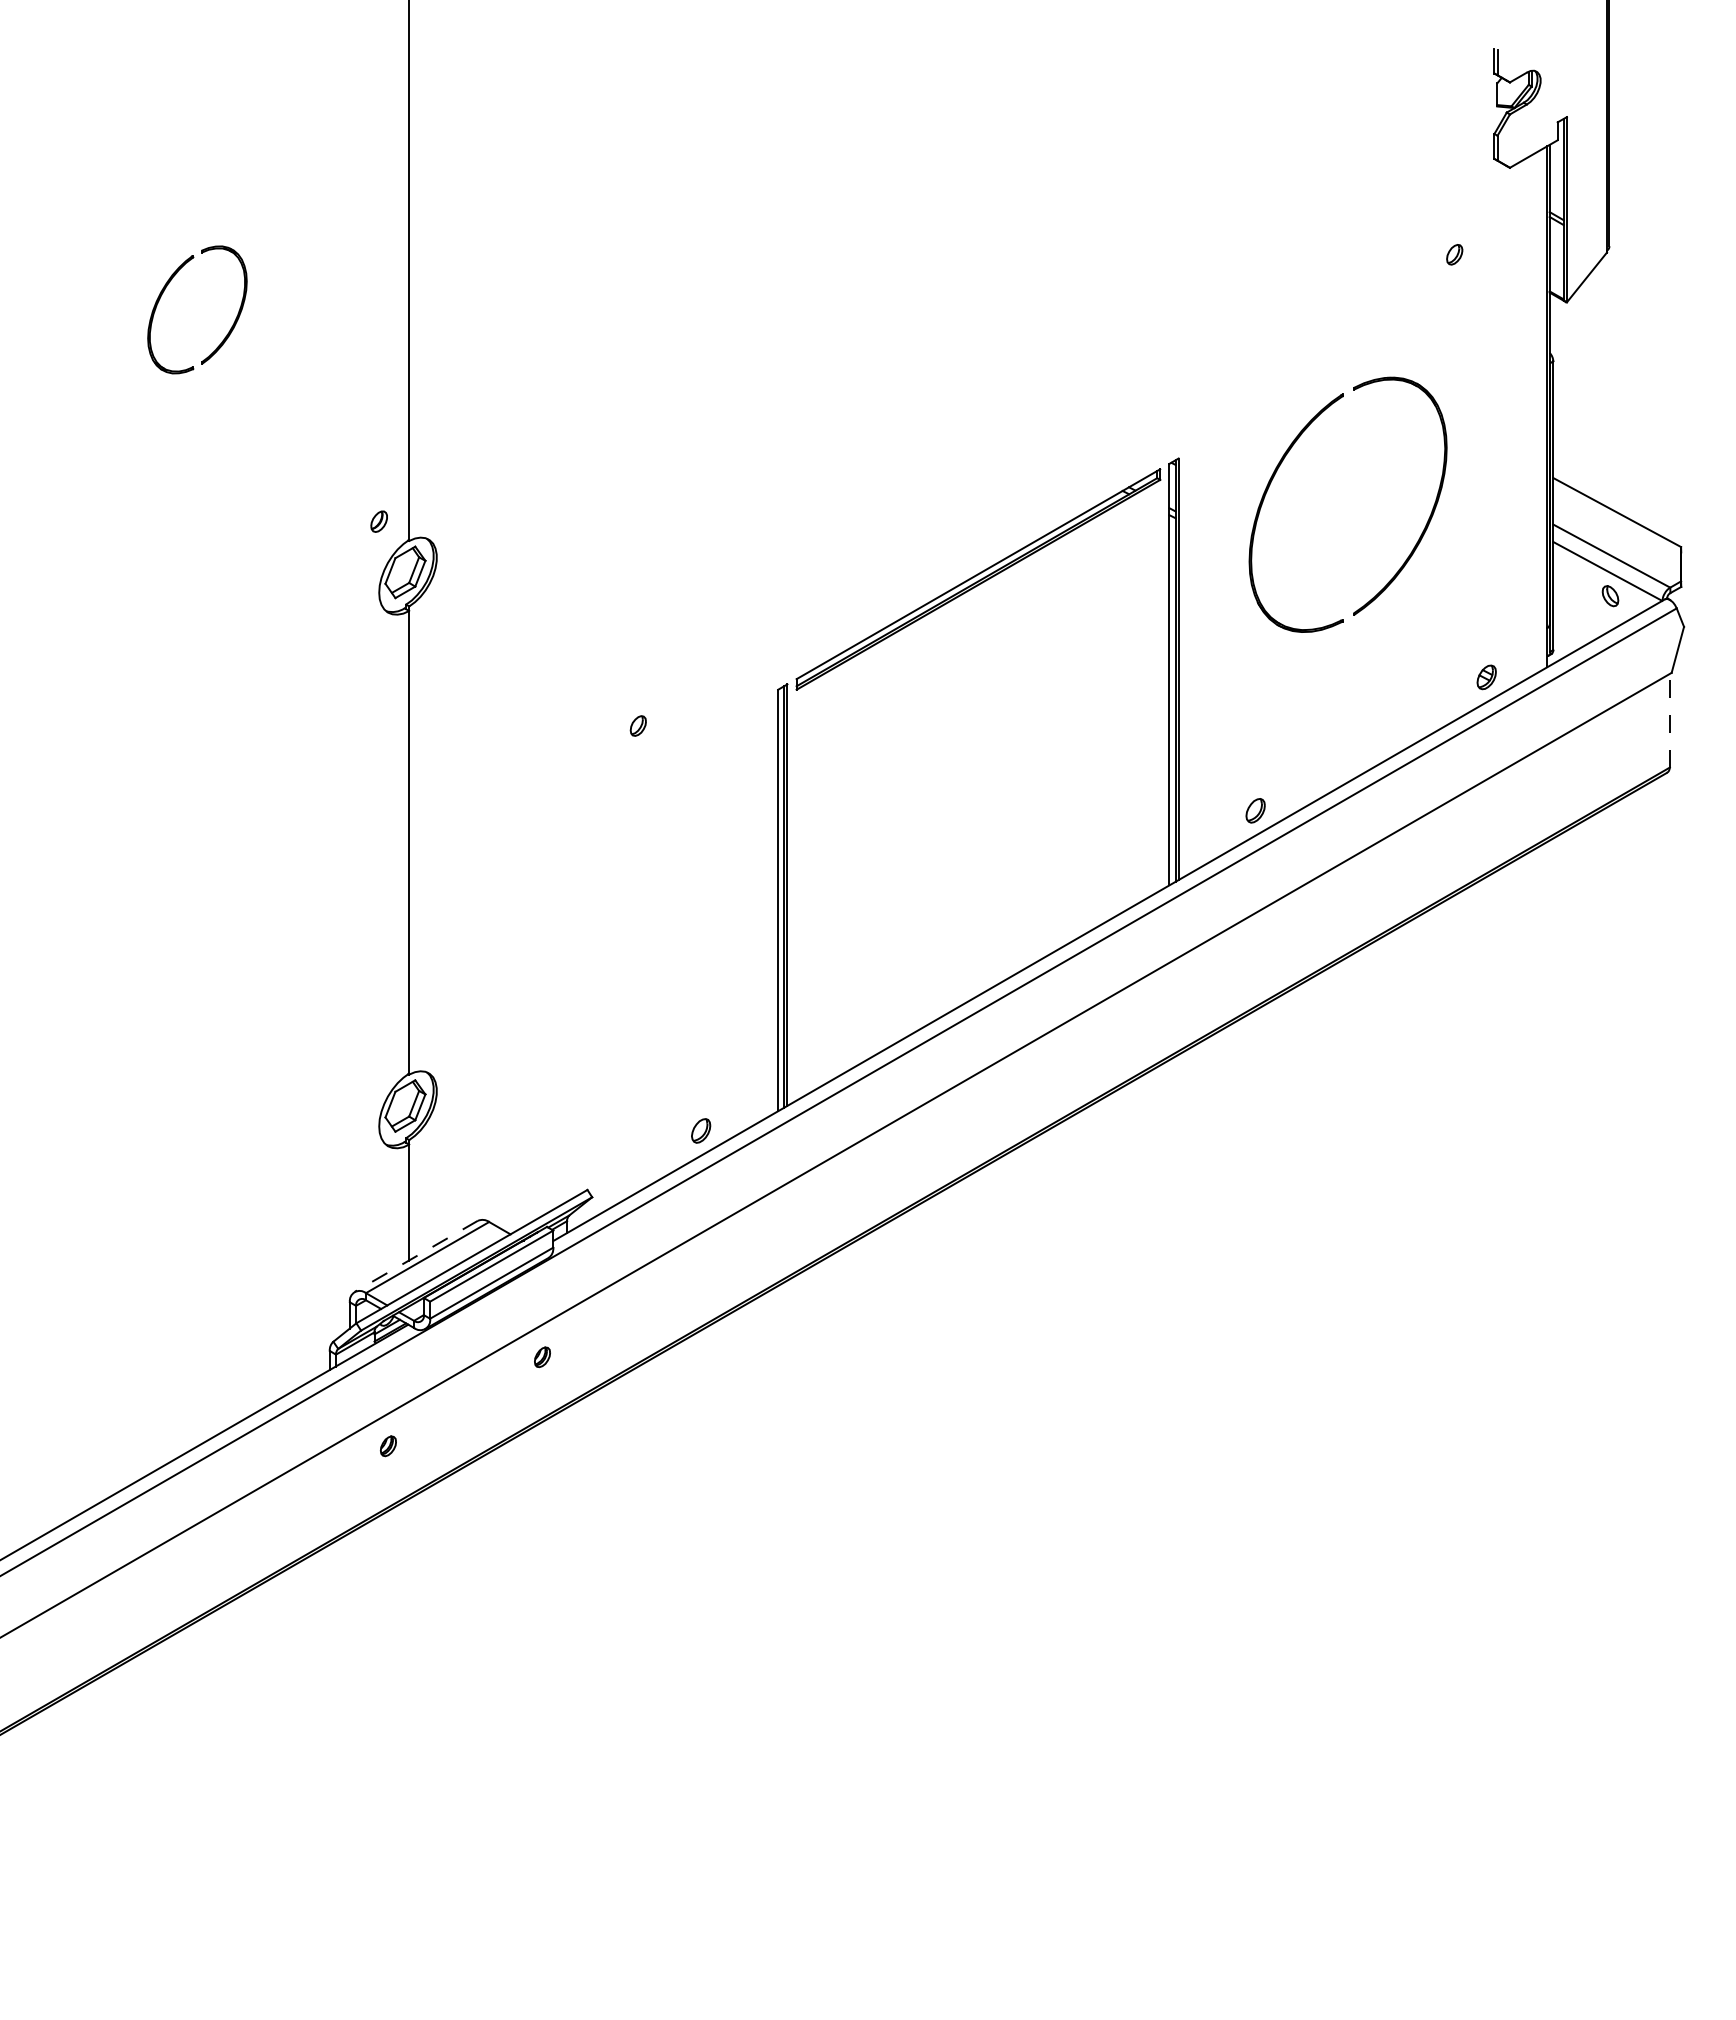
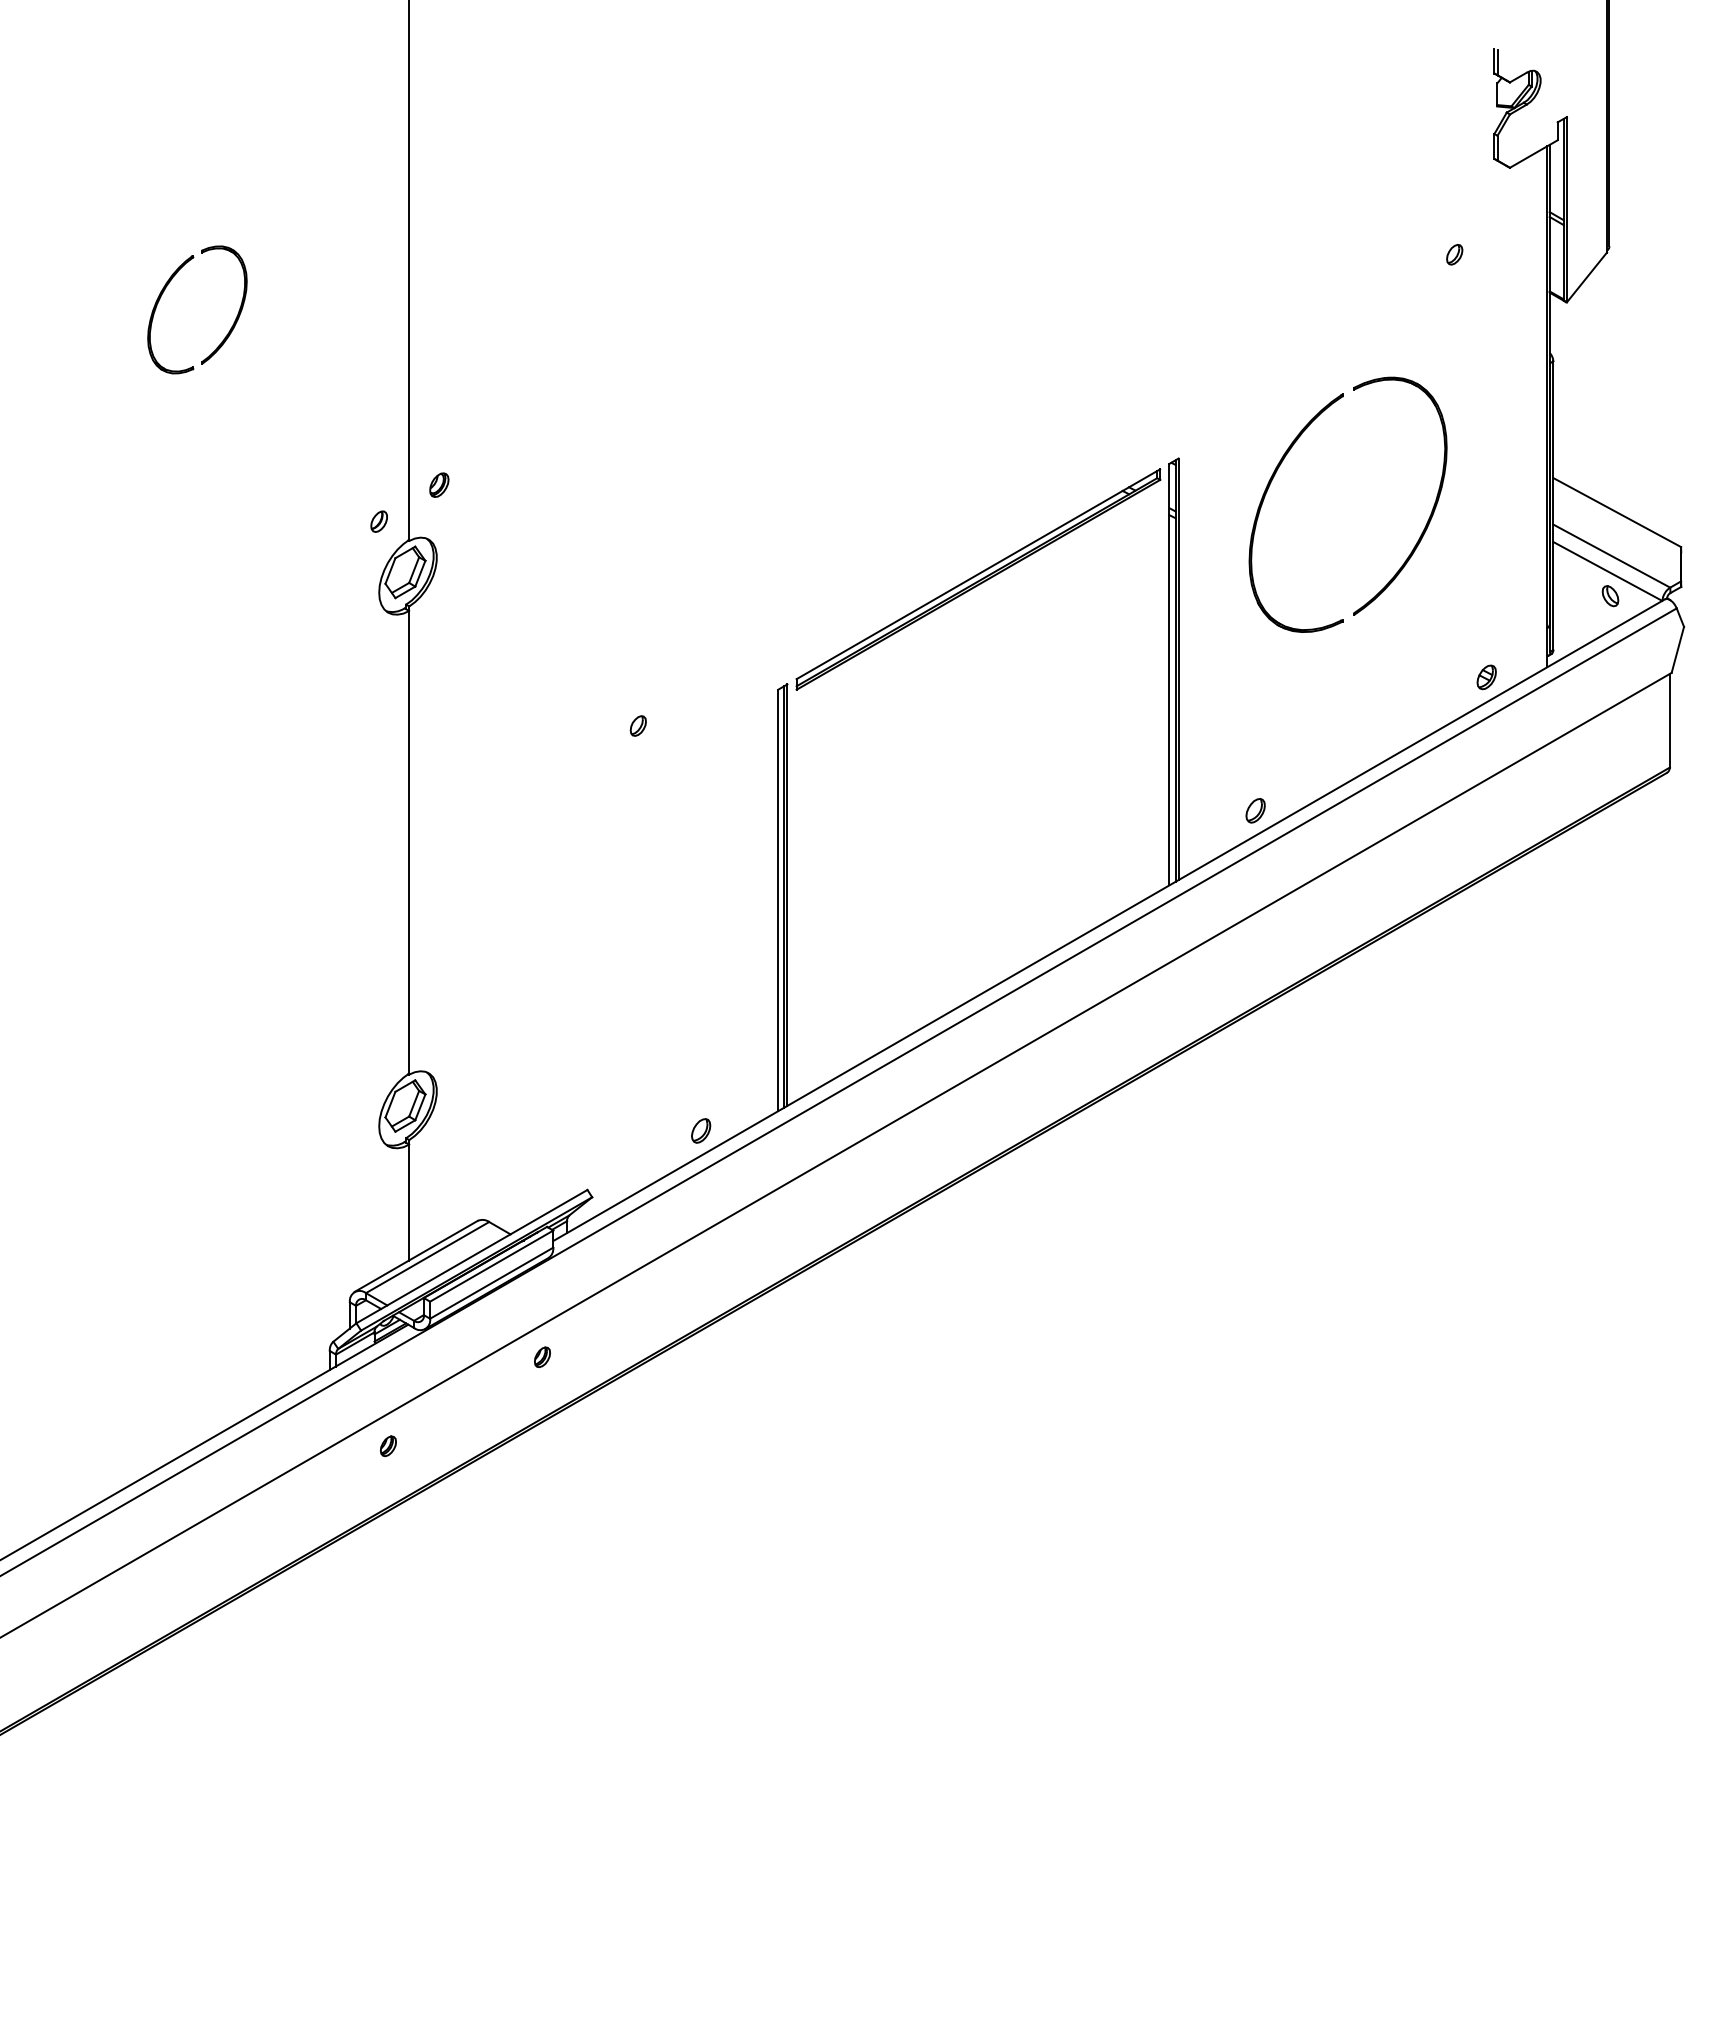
part at (439, 484): none -> present
line at (1669, 720): dashed -> solid
line at (415, 1256): dashed -> solid
